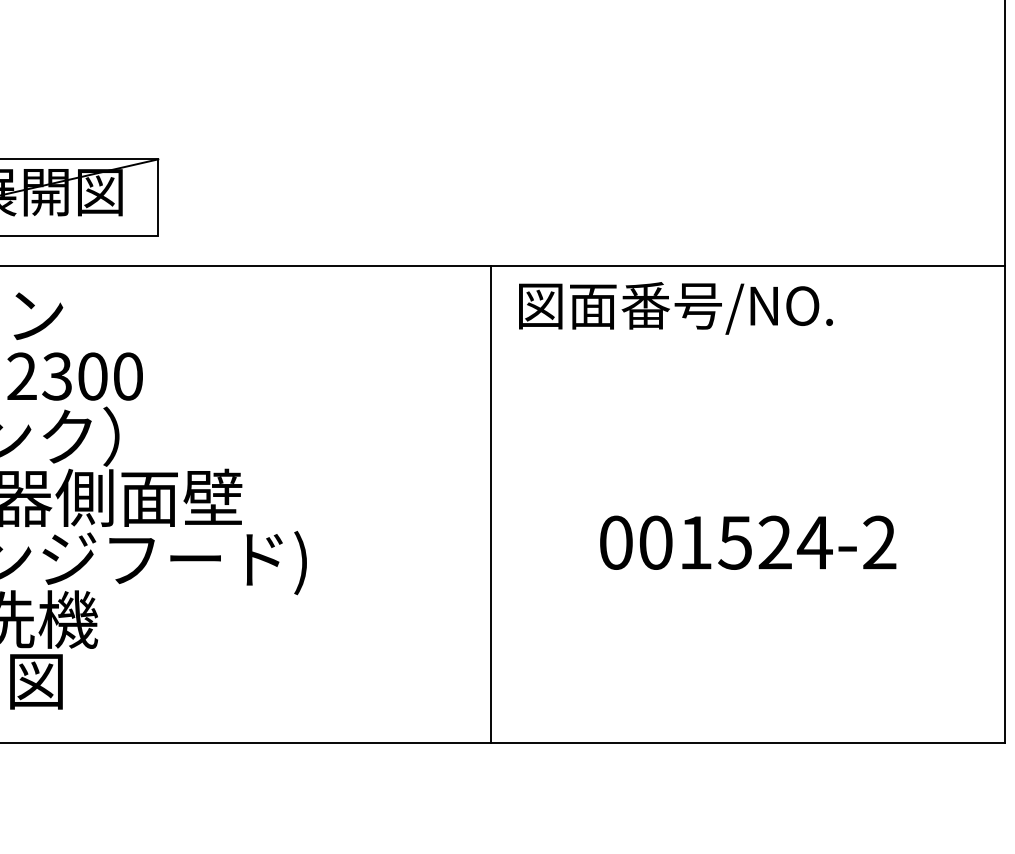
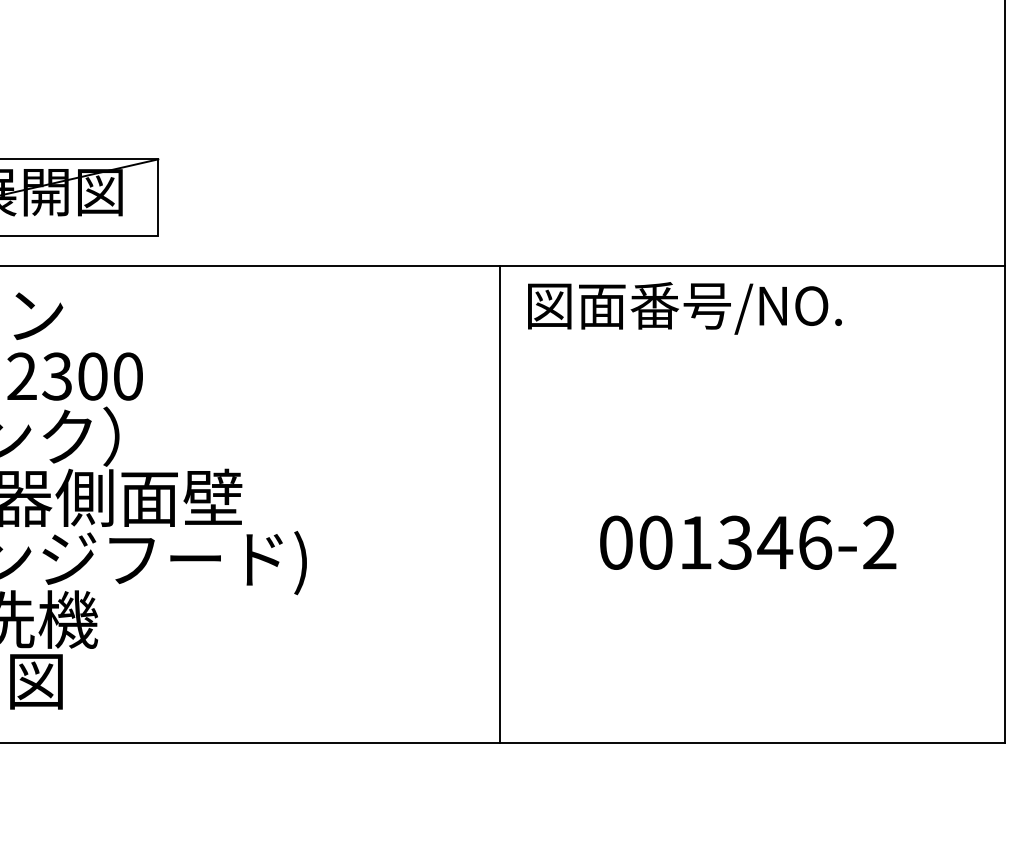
text at (675, 308) position: (675, 308) -> (684, 308)
line at (491, 504) position: (491, 504) -> (500, 504)
text at (775, 542): 001524-2 -> 001346-2
